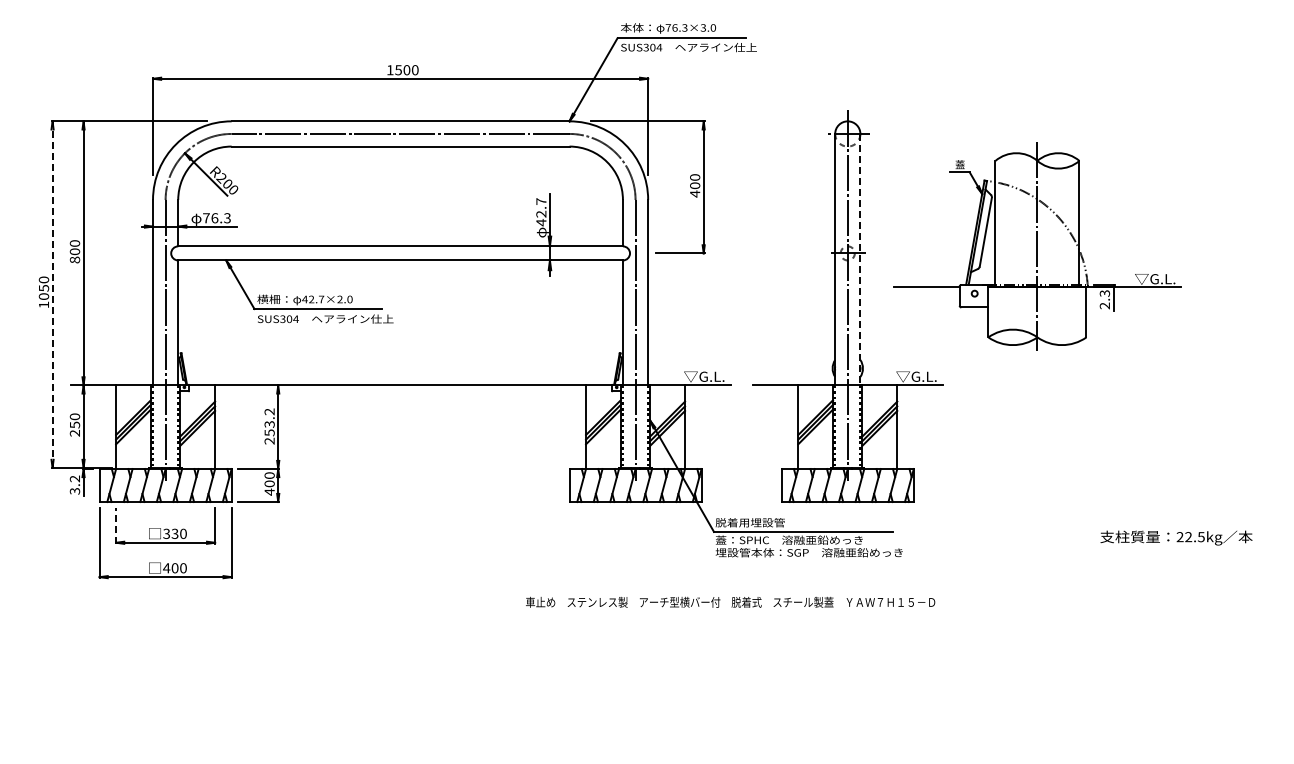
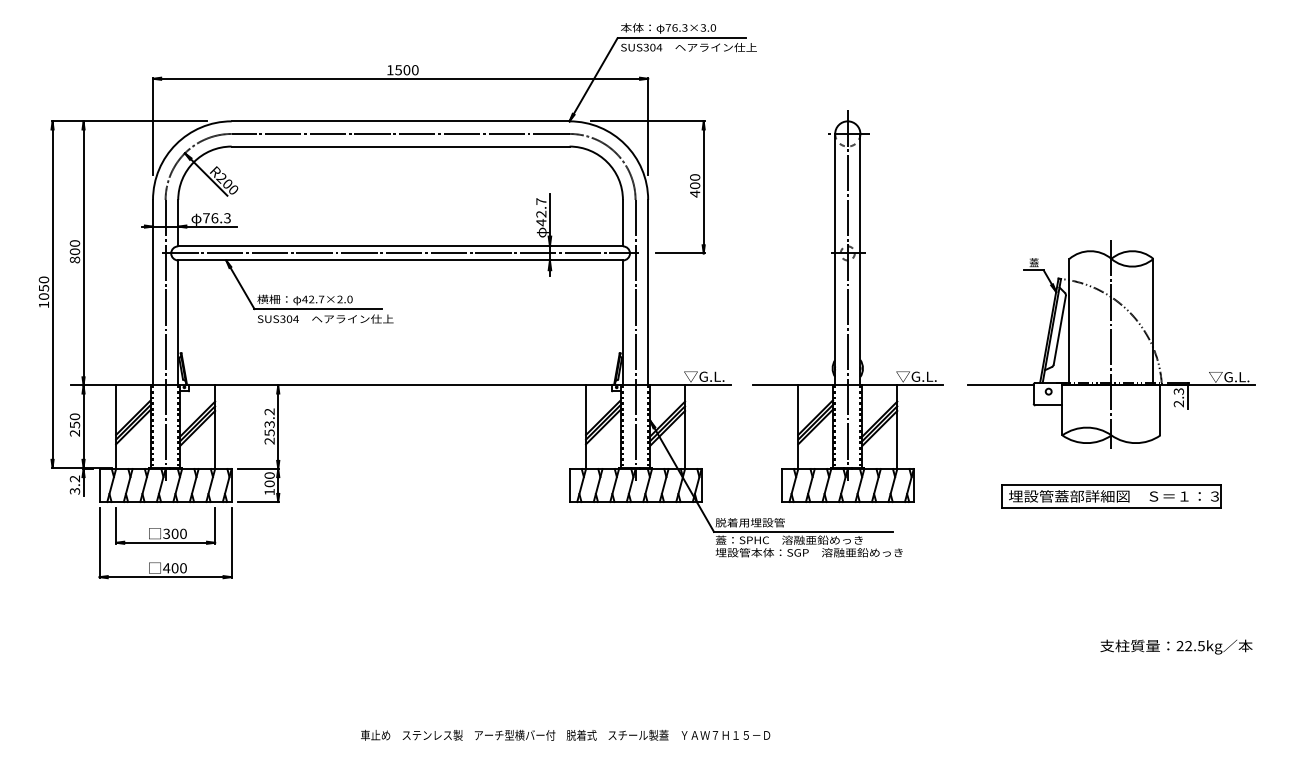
part at (1037, 246) position: (1037, 246) -> (1111, 344)
line at (400, 253): none -> present
line at (860, 259): dashed -> solid
line at (52, 294): dashed -> solid
text at (269, 491): 400 -> 100
part at (1111, 496): none -> present
line at (116, 525): dashed -> solid
text at (174, 533): 330 -> 300
text at (1176, 537) position: (1176, 537) -> (1176, 646)
text at (730, 601) position: (730, 601) -> (565, 734)
